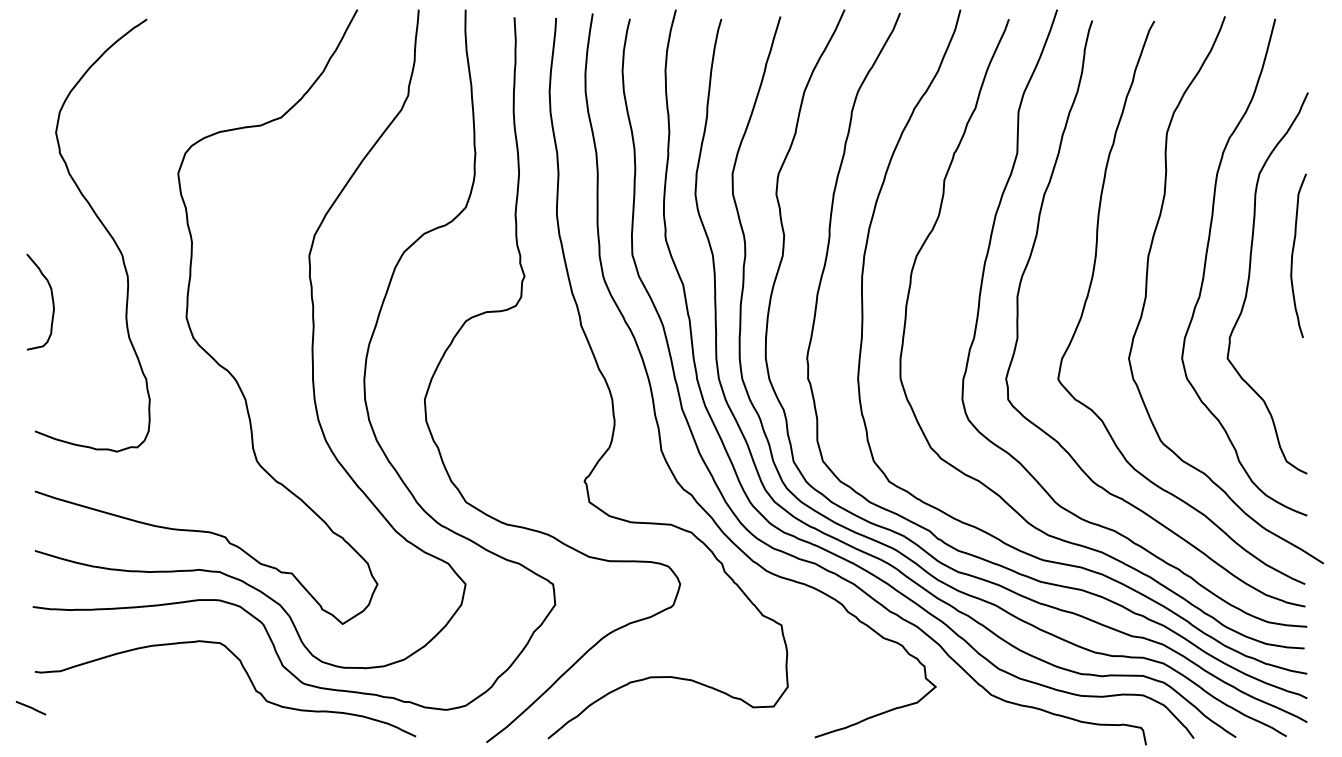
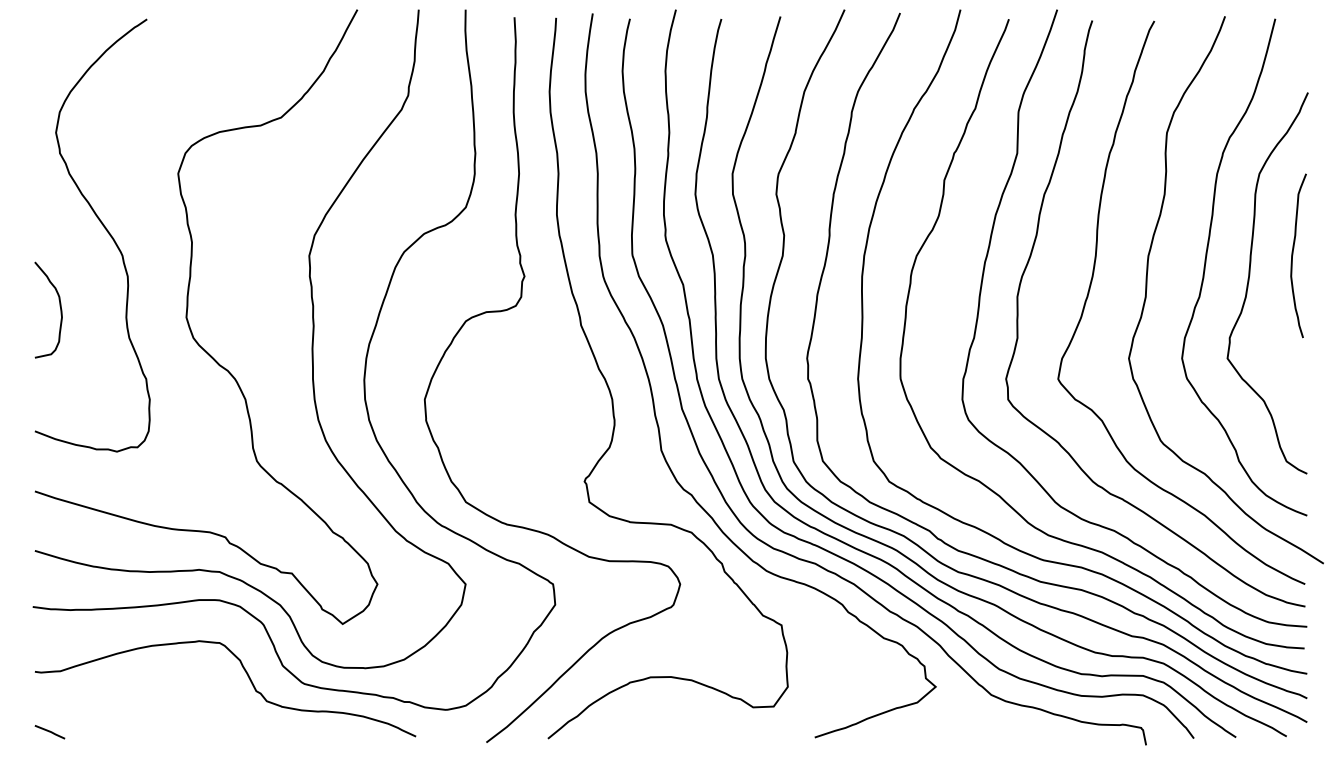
curve at (51, 298) position: (51, 298) -> (59, 306)
line at (30, 708) position: (30, 708) -> (49, 732)
